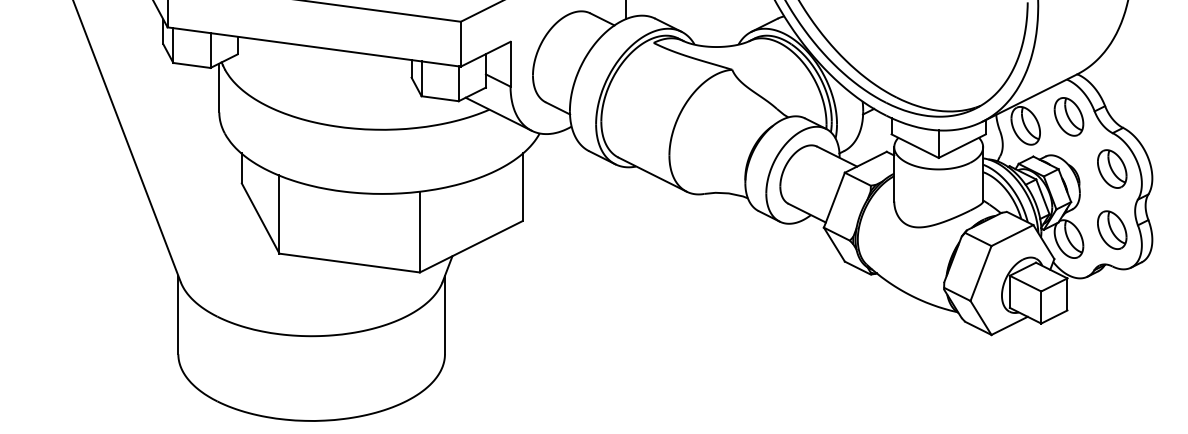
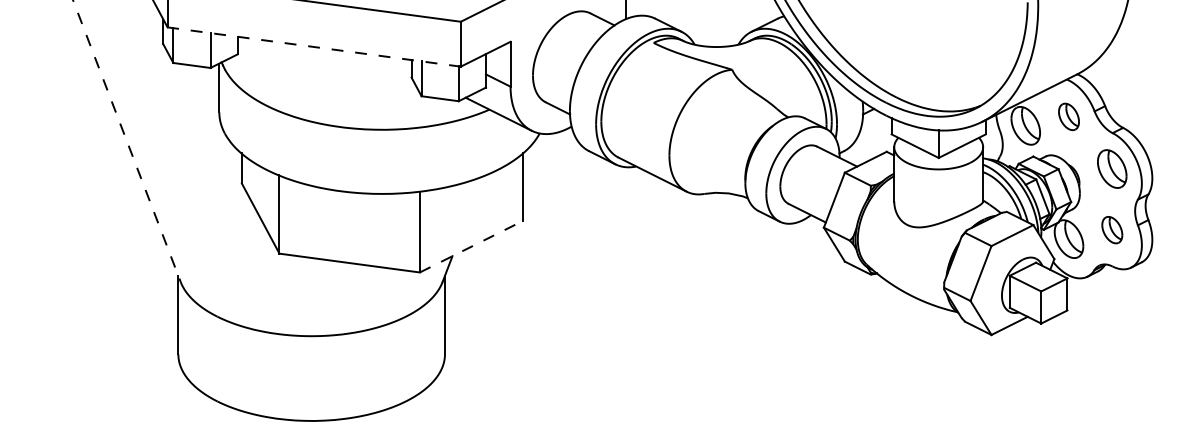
line at (314, 47): solid -> dashed
part at (1068, 116) size: 32x40 px -> 22x30 px
line at (126, 141): solid -> dashed
part at (1112, 229) size: 31x40 px -> 23x29 px
line at (471, 246): solid -> dashed
